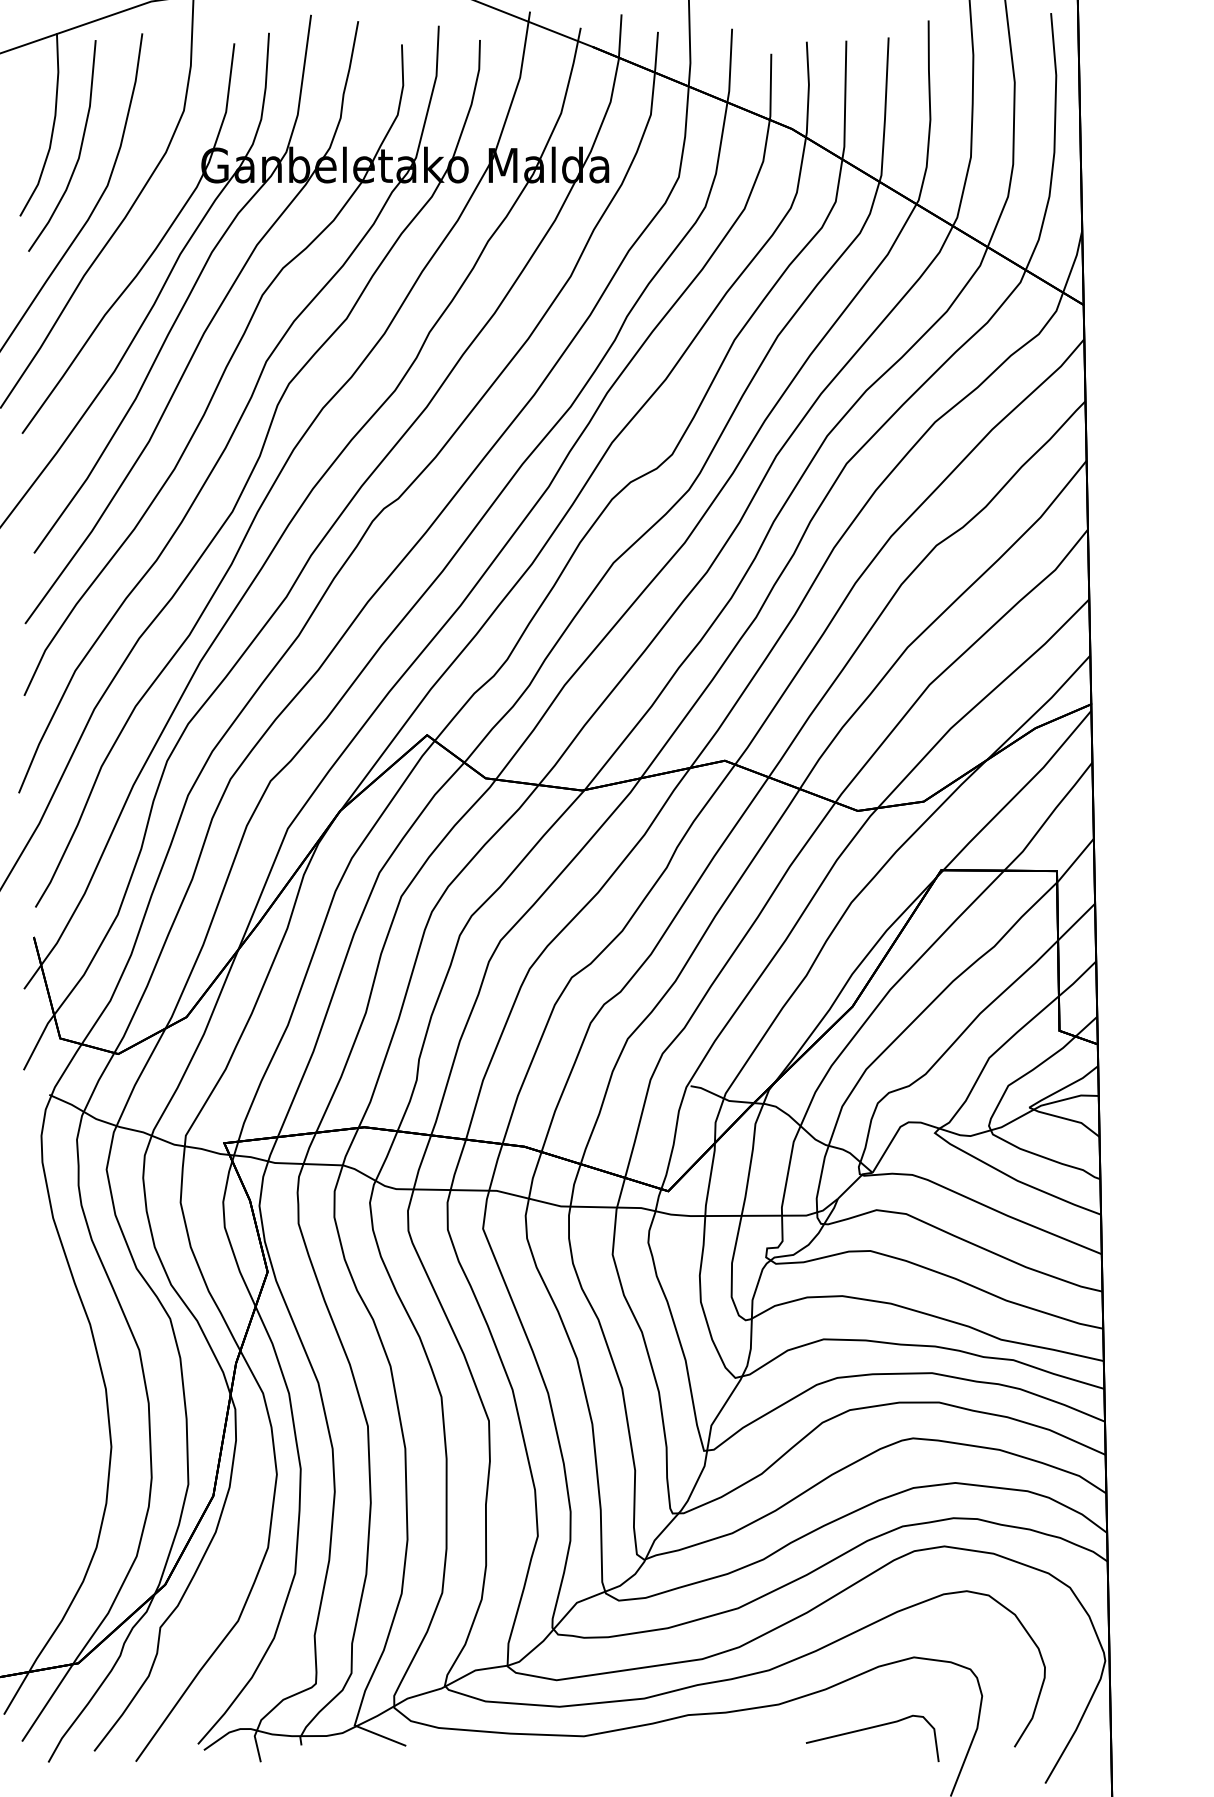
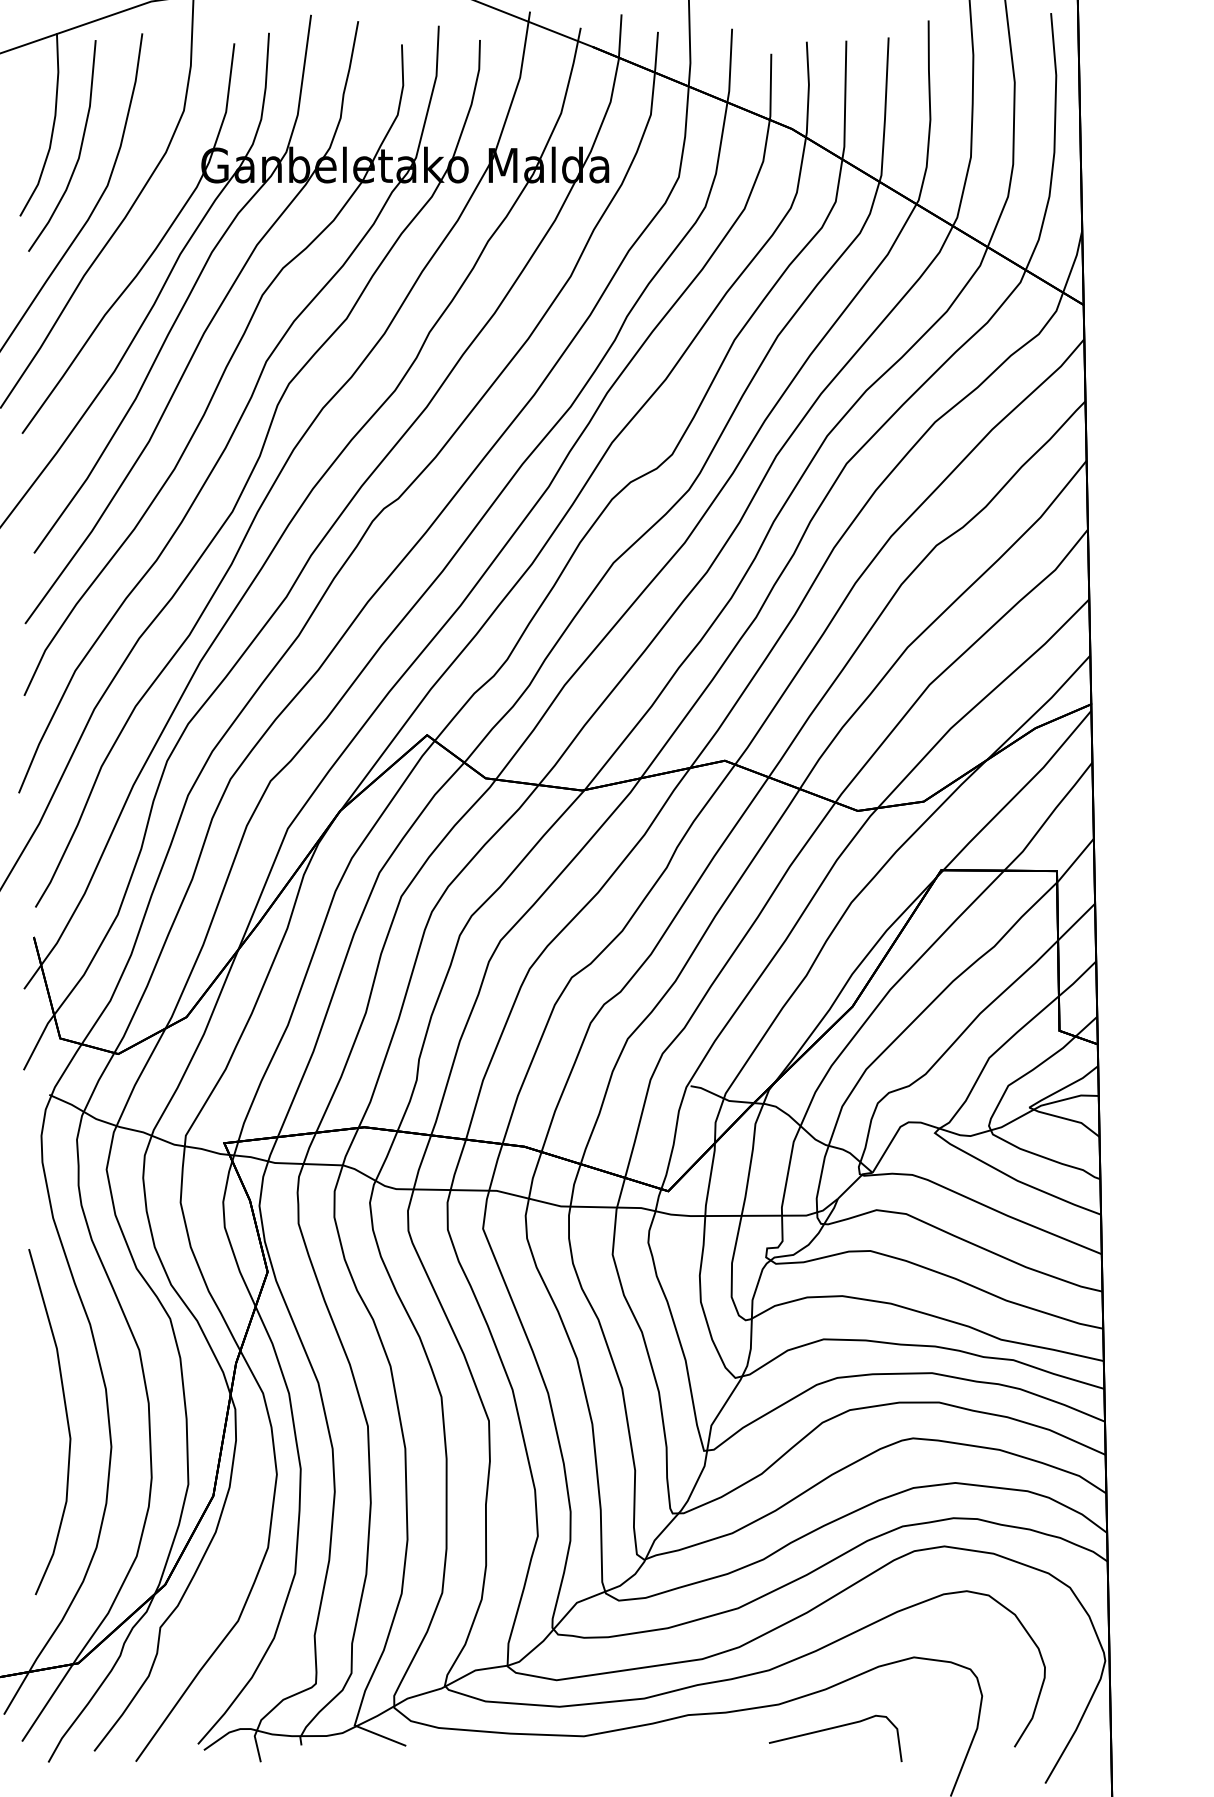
curve at (66, 1420): none -> present
curve at (868, 1729) position: (868, 1729) -> (831, 1729)
